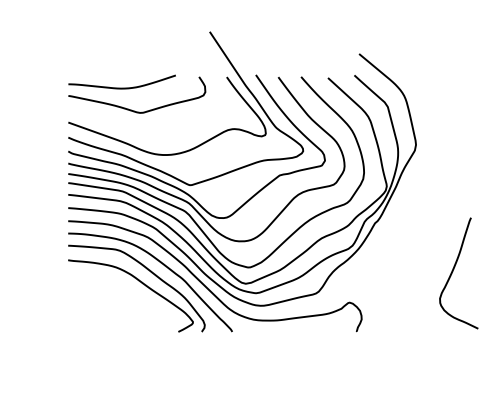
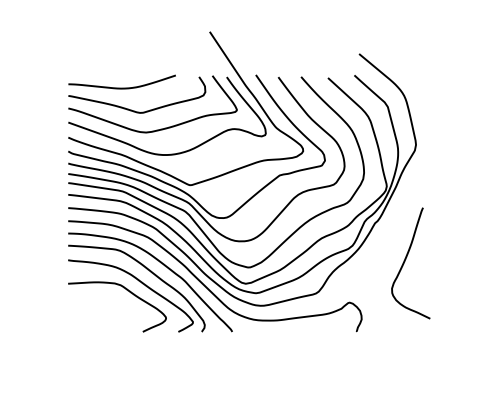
curve at (160, 128): none -> present
curve at (453, 271) position: (453, 271) -> (405, 261)
curve at (126, 290): none -> present
